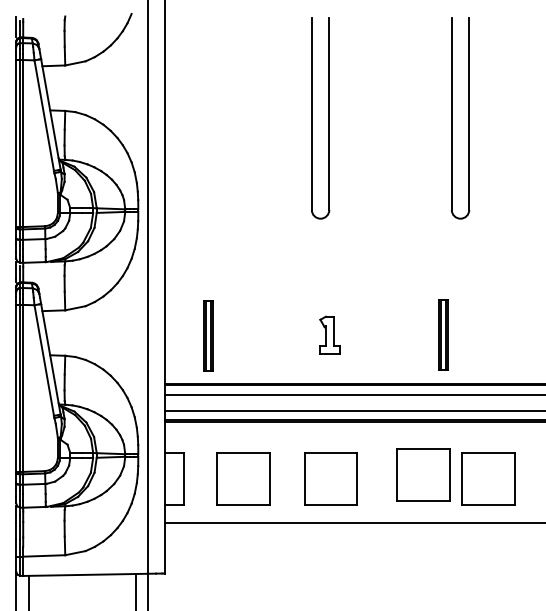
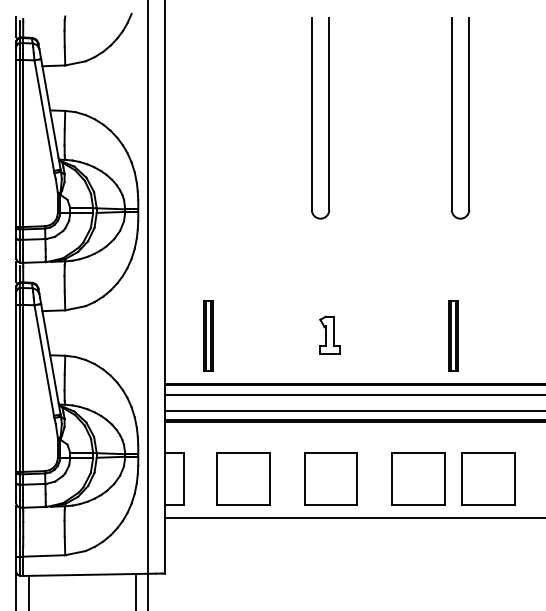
part at (443, 334) position: (443, 334) -> (453, 335)
part at (423, 474) position: (423, 474) -> (418, 478)
line at (353, 523) position: (353, 523) -> (353, 518)
